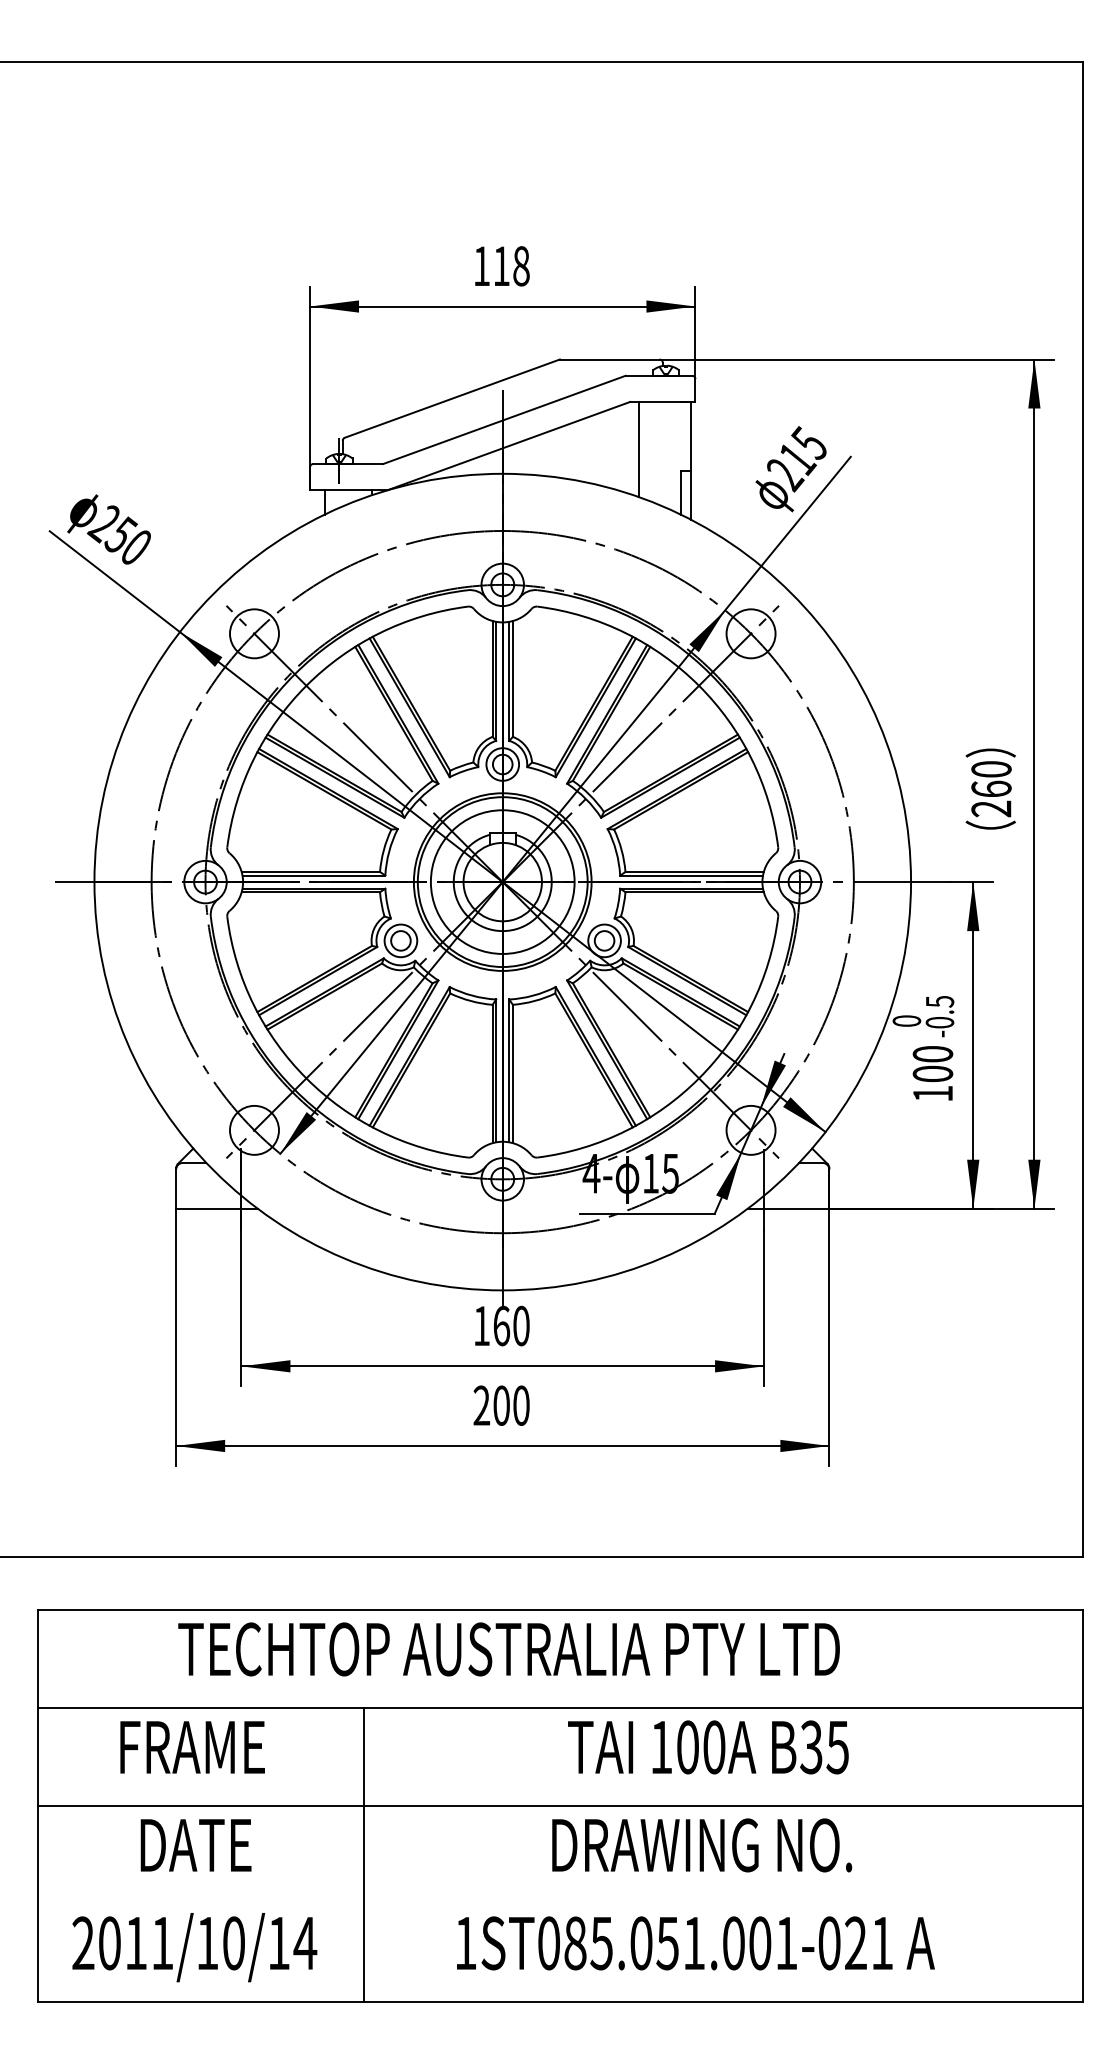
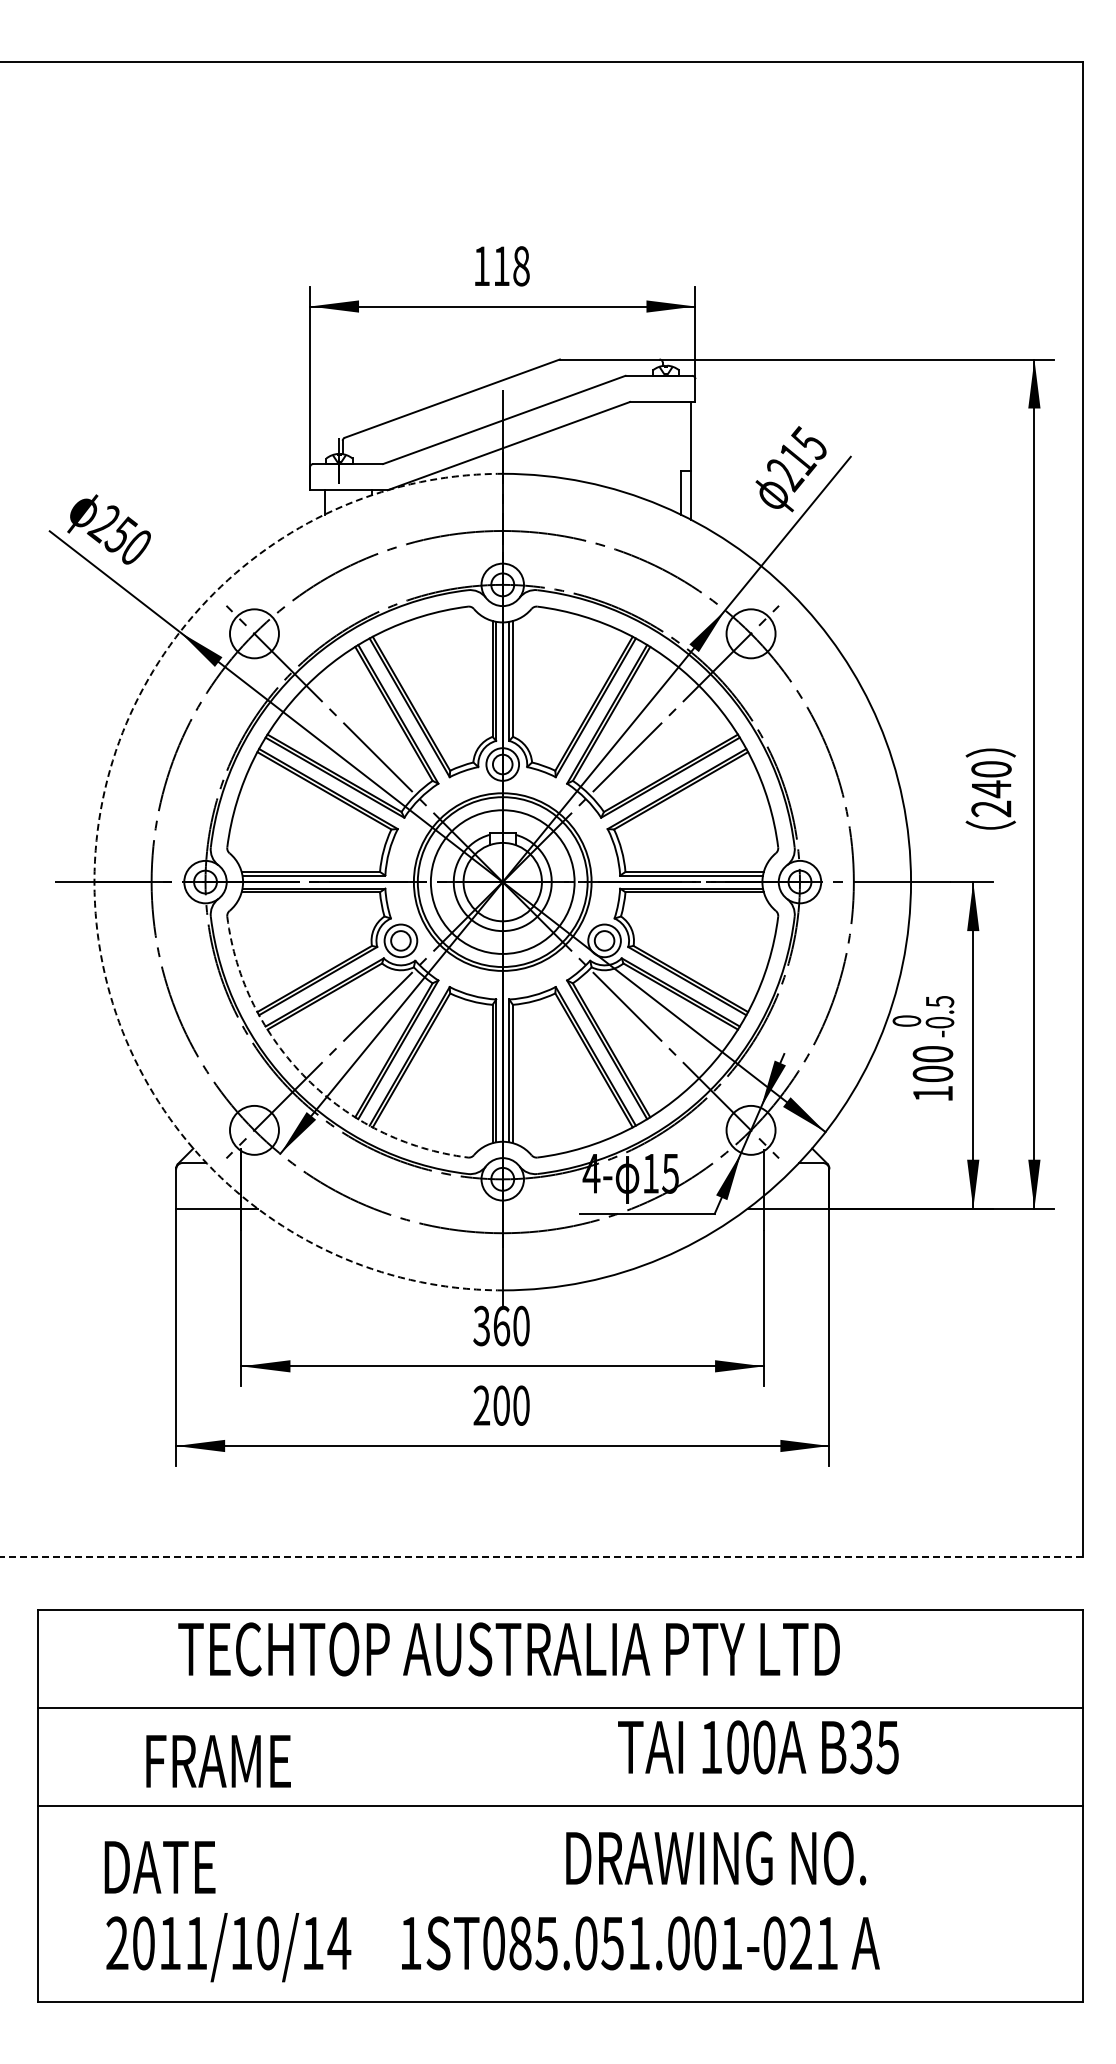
line at (639, 449): present -> none
text at (991, 789): 260 -> 240
arc at (94, 882): solid -> dashed
arc at (306, 1078): solid -> dashed
text at (481, 1325): 160 -> 360
line at (541, 1557): solid -> dashed
text at (192, 1747) position: (192, 1747) -> (218, 1761)
text at (708, 1747) position: (708, 1747) -> (758, 1747)
text at (195, 1845) position: (195, 1845) -> (159, 1867)
text at (702, 1845) position: (702, 1845) -> (716, 1858)
line at (364, 1855): present -> none
text at (695, 1943) position: (695, 1943) -> (640, 1943)
text at (194, 1947) position: (194, 1947) -> (228, 1947)
